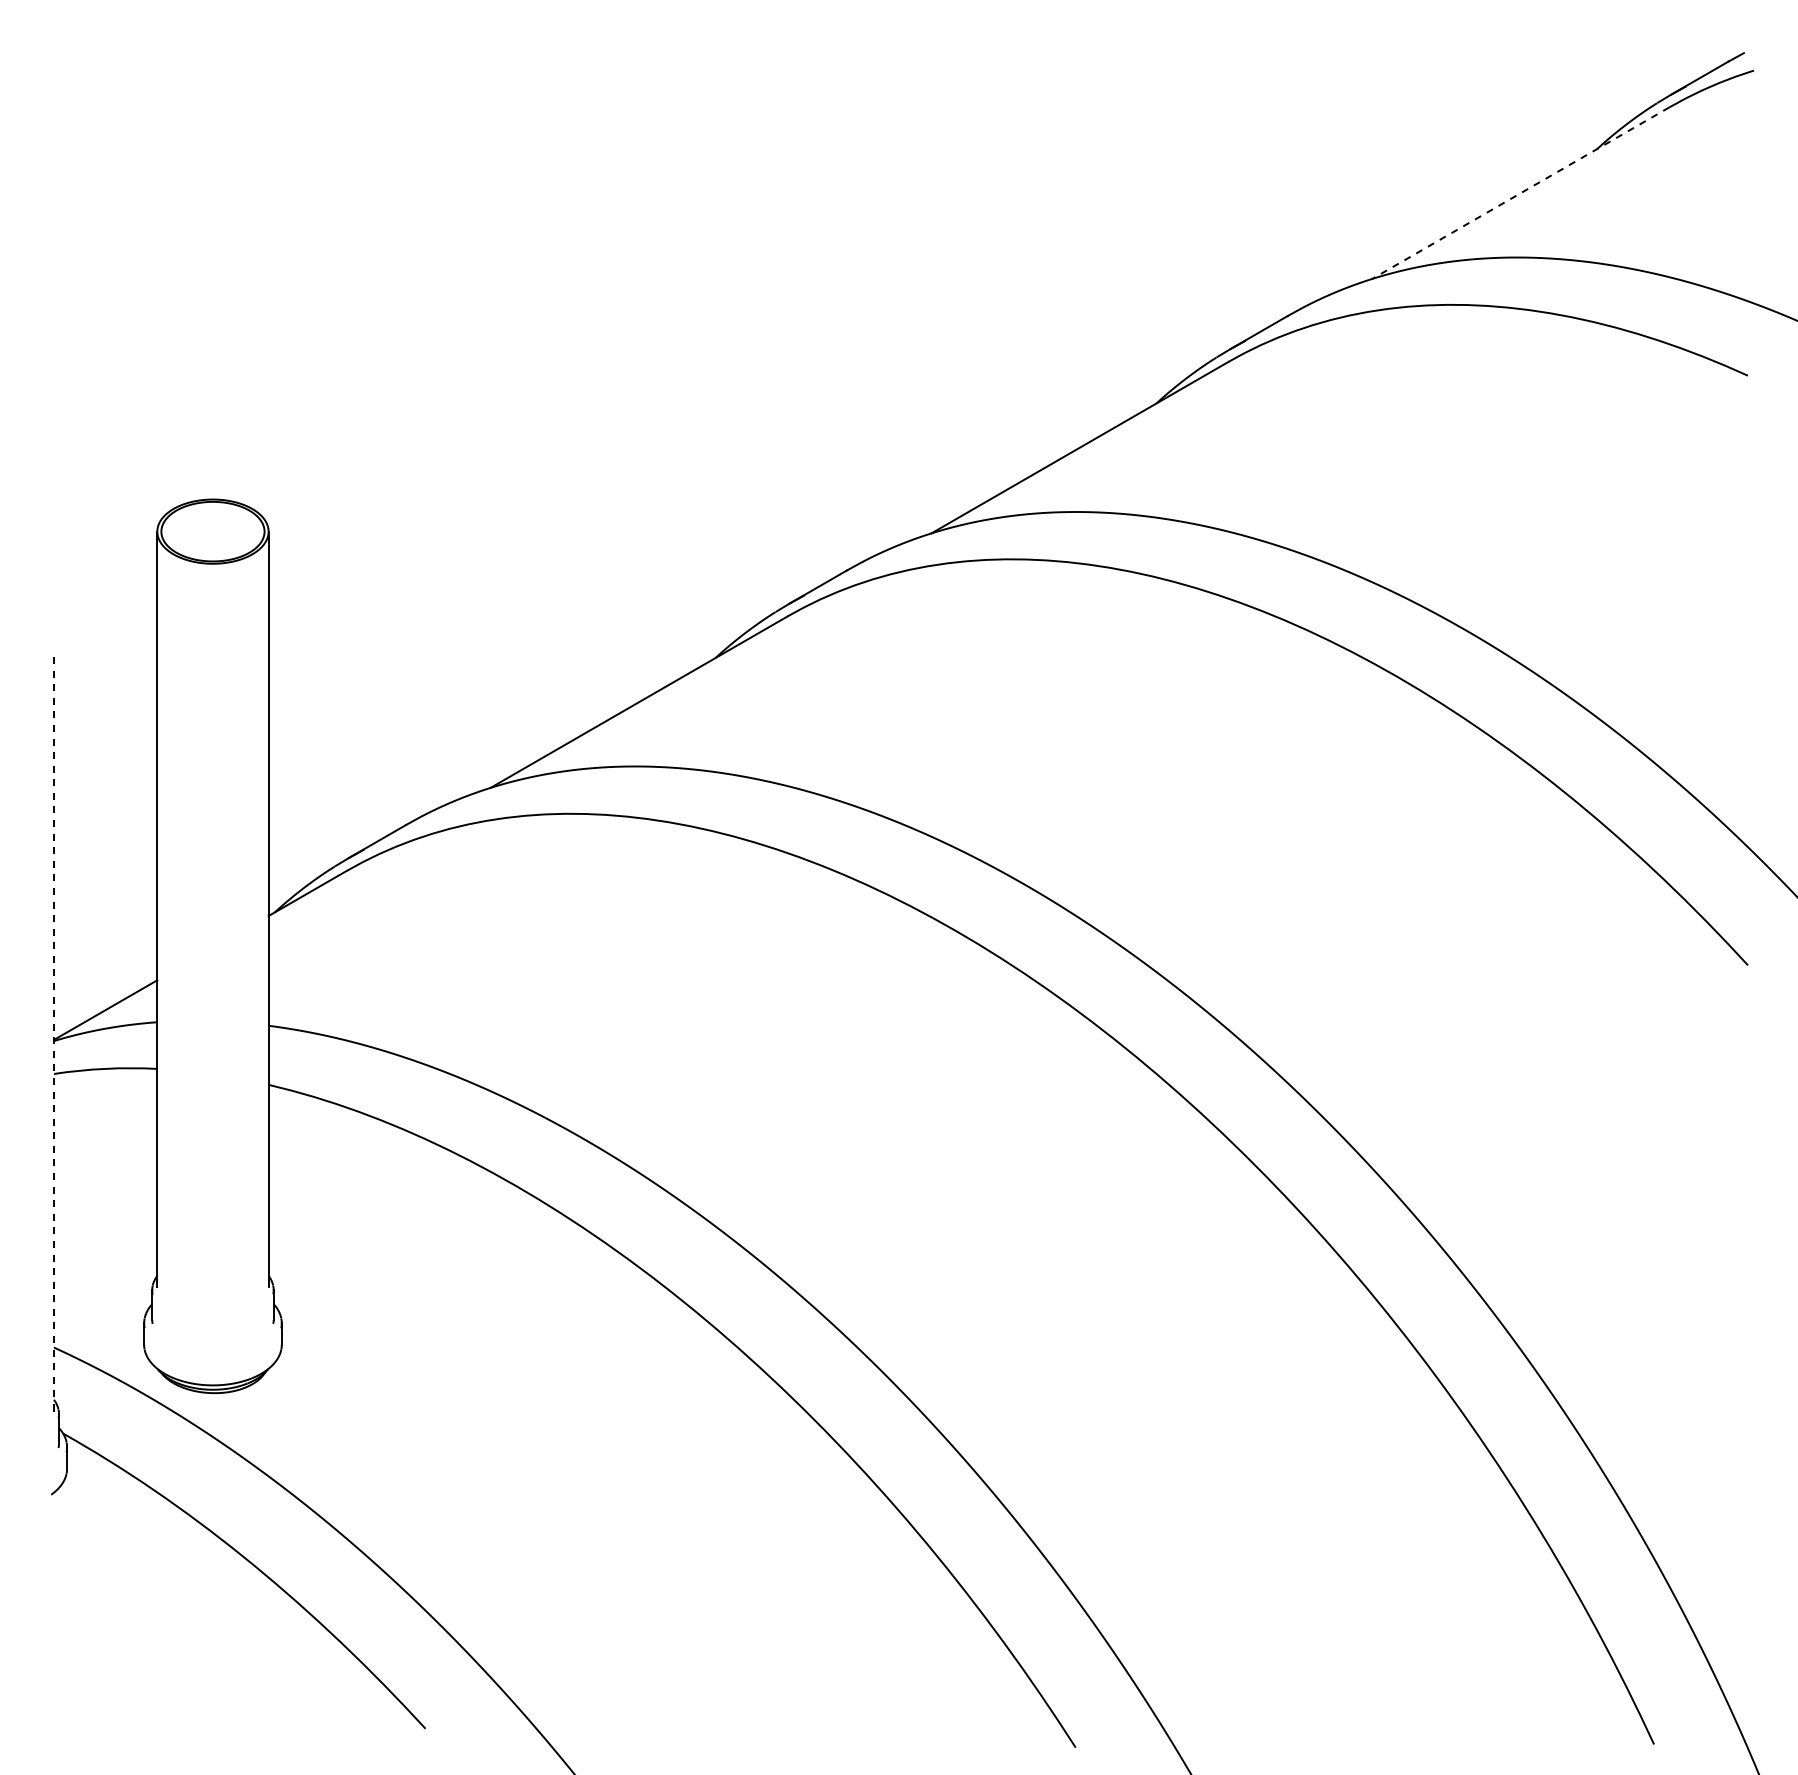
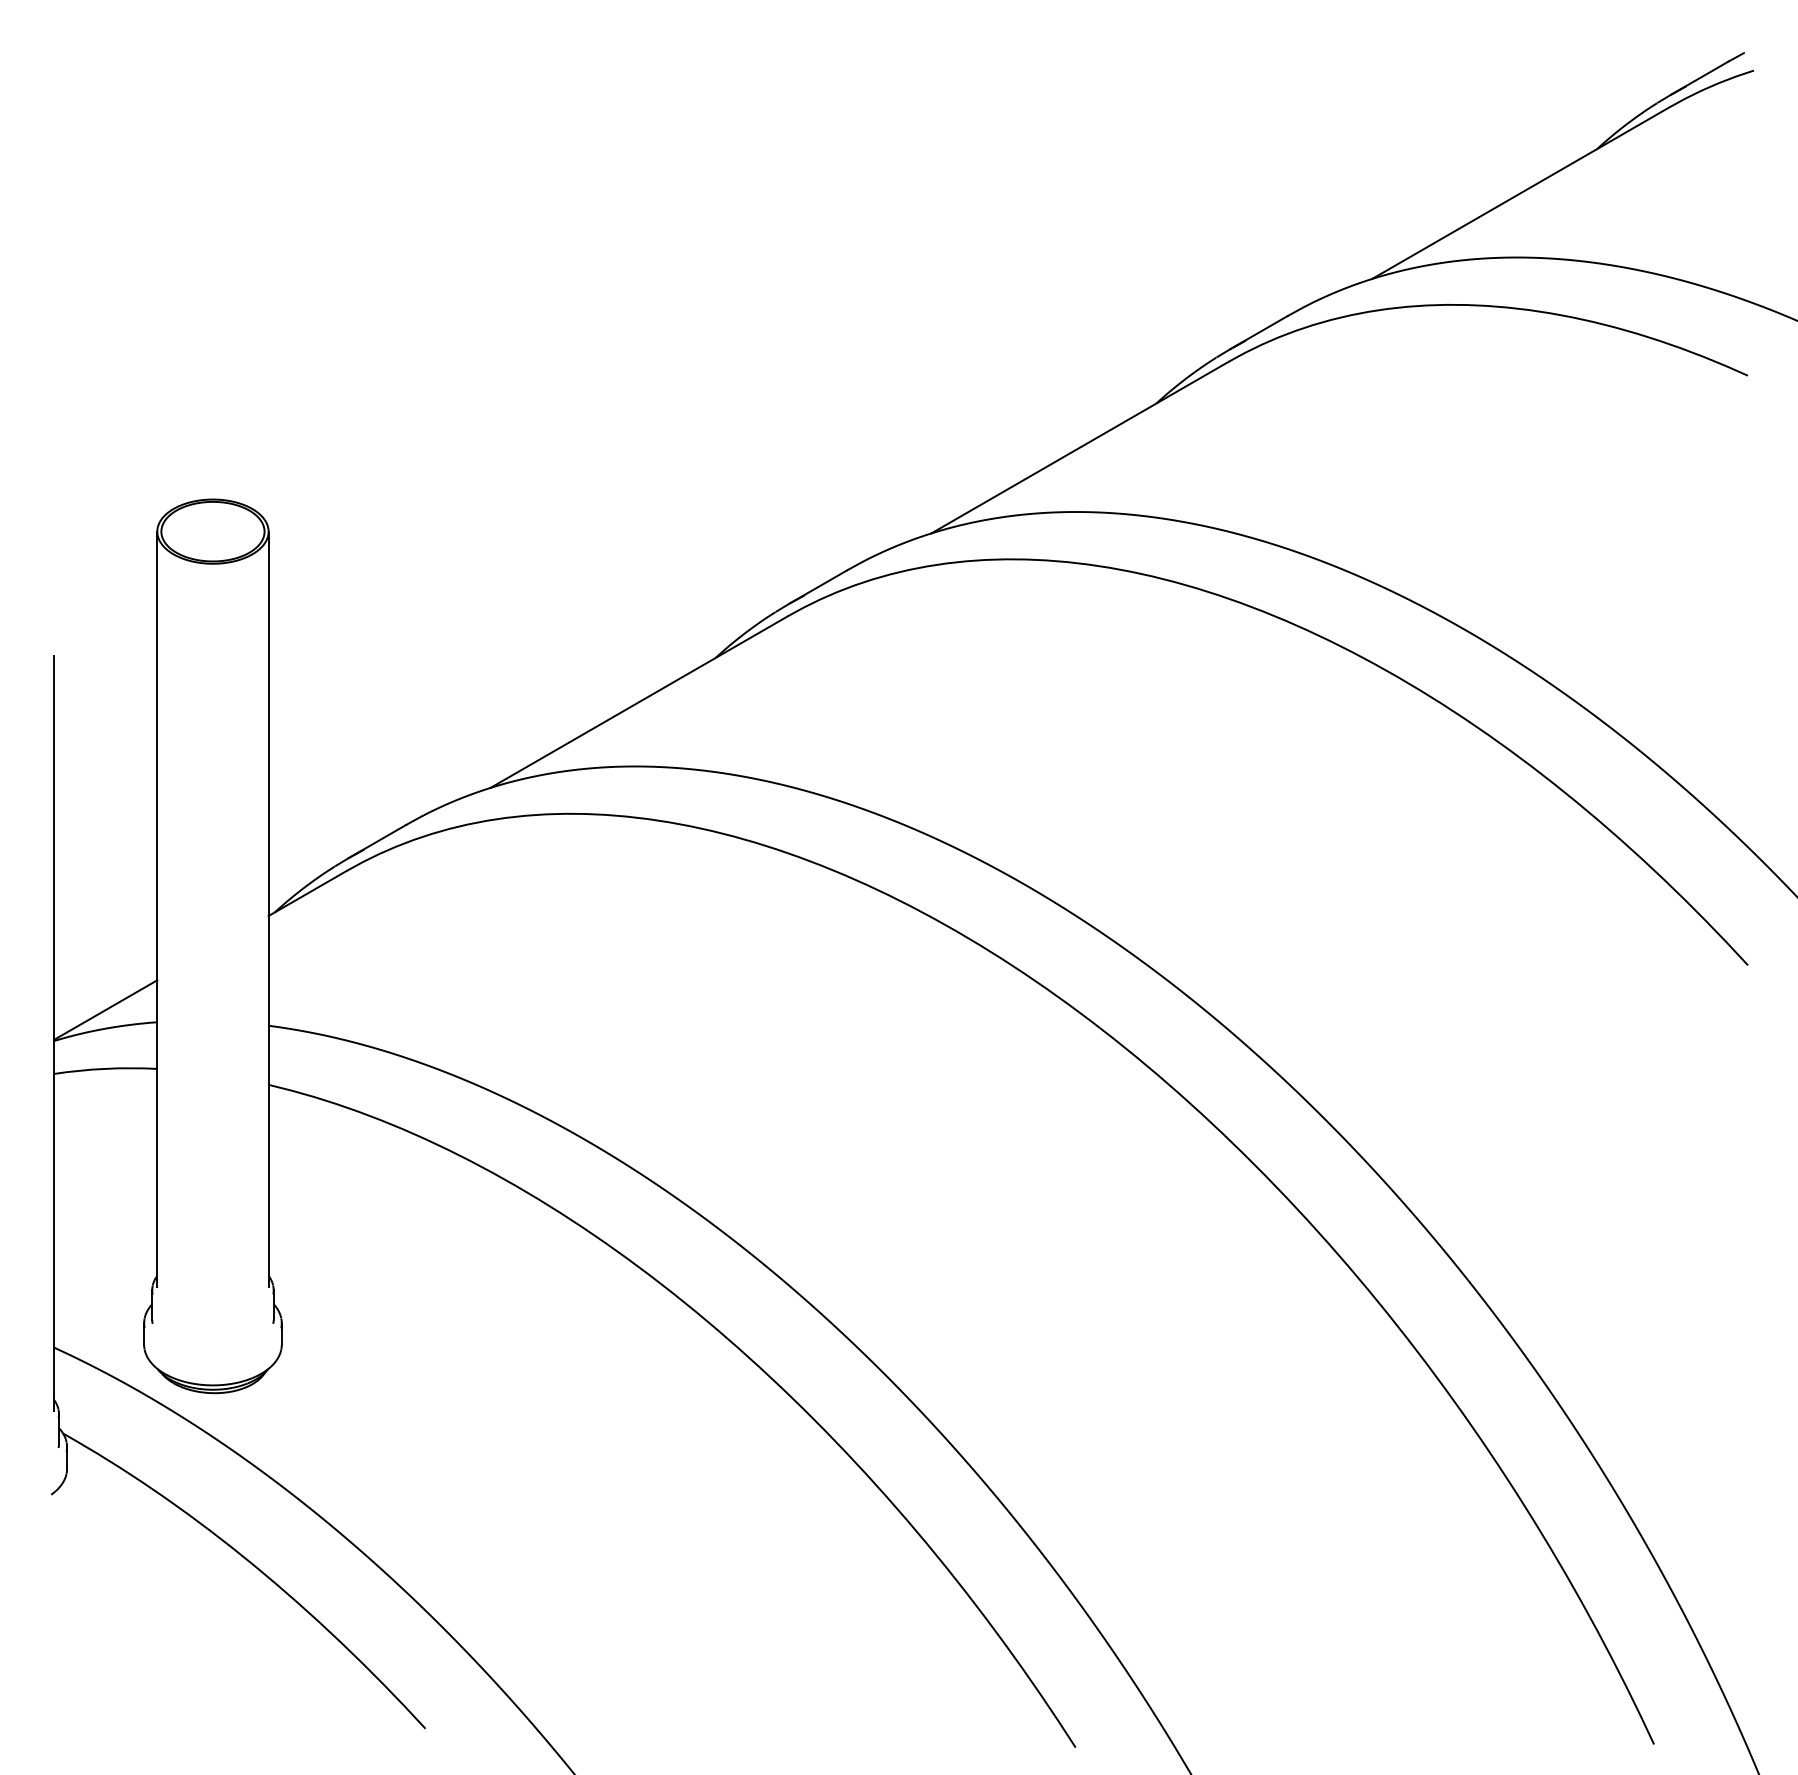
line at (1520, 193): dashed -> solid
line at (53, 1033): dashed -> solid
